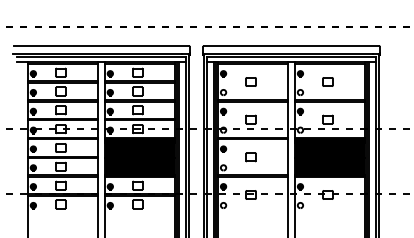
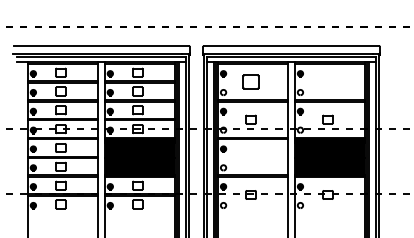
part at (250, 81) size: 12x10 px -> 18x16 px
part at (327, 81): present -> none
part at (250, 157): present -> none
